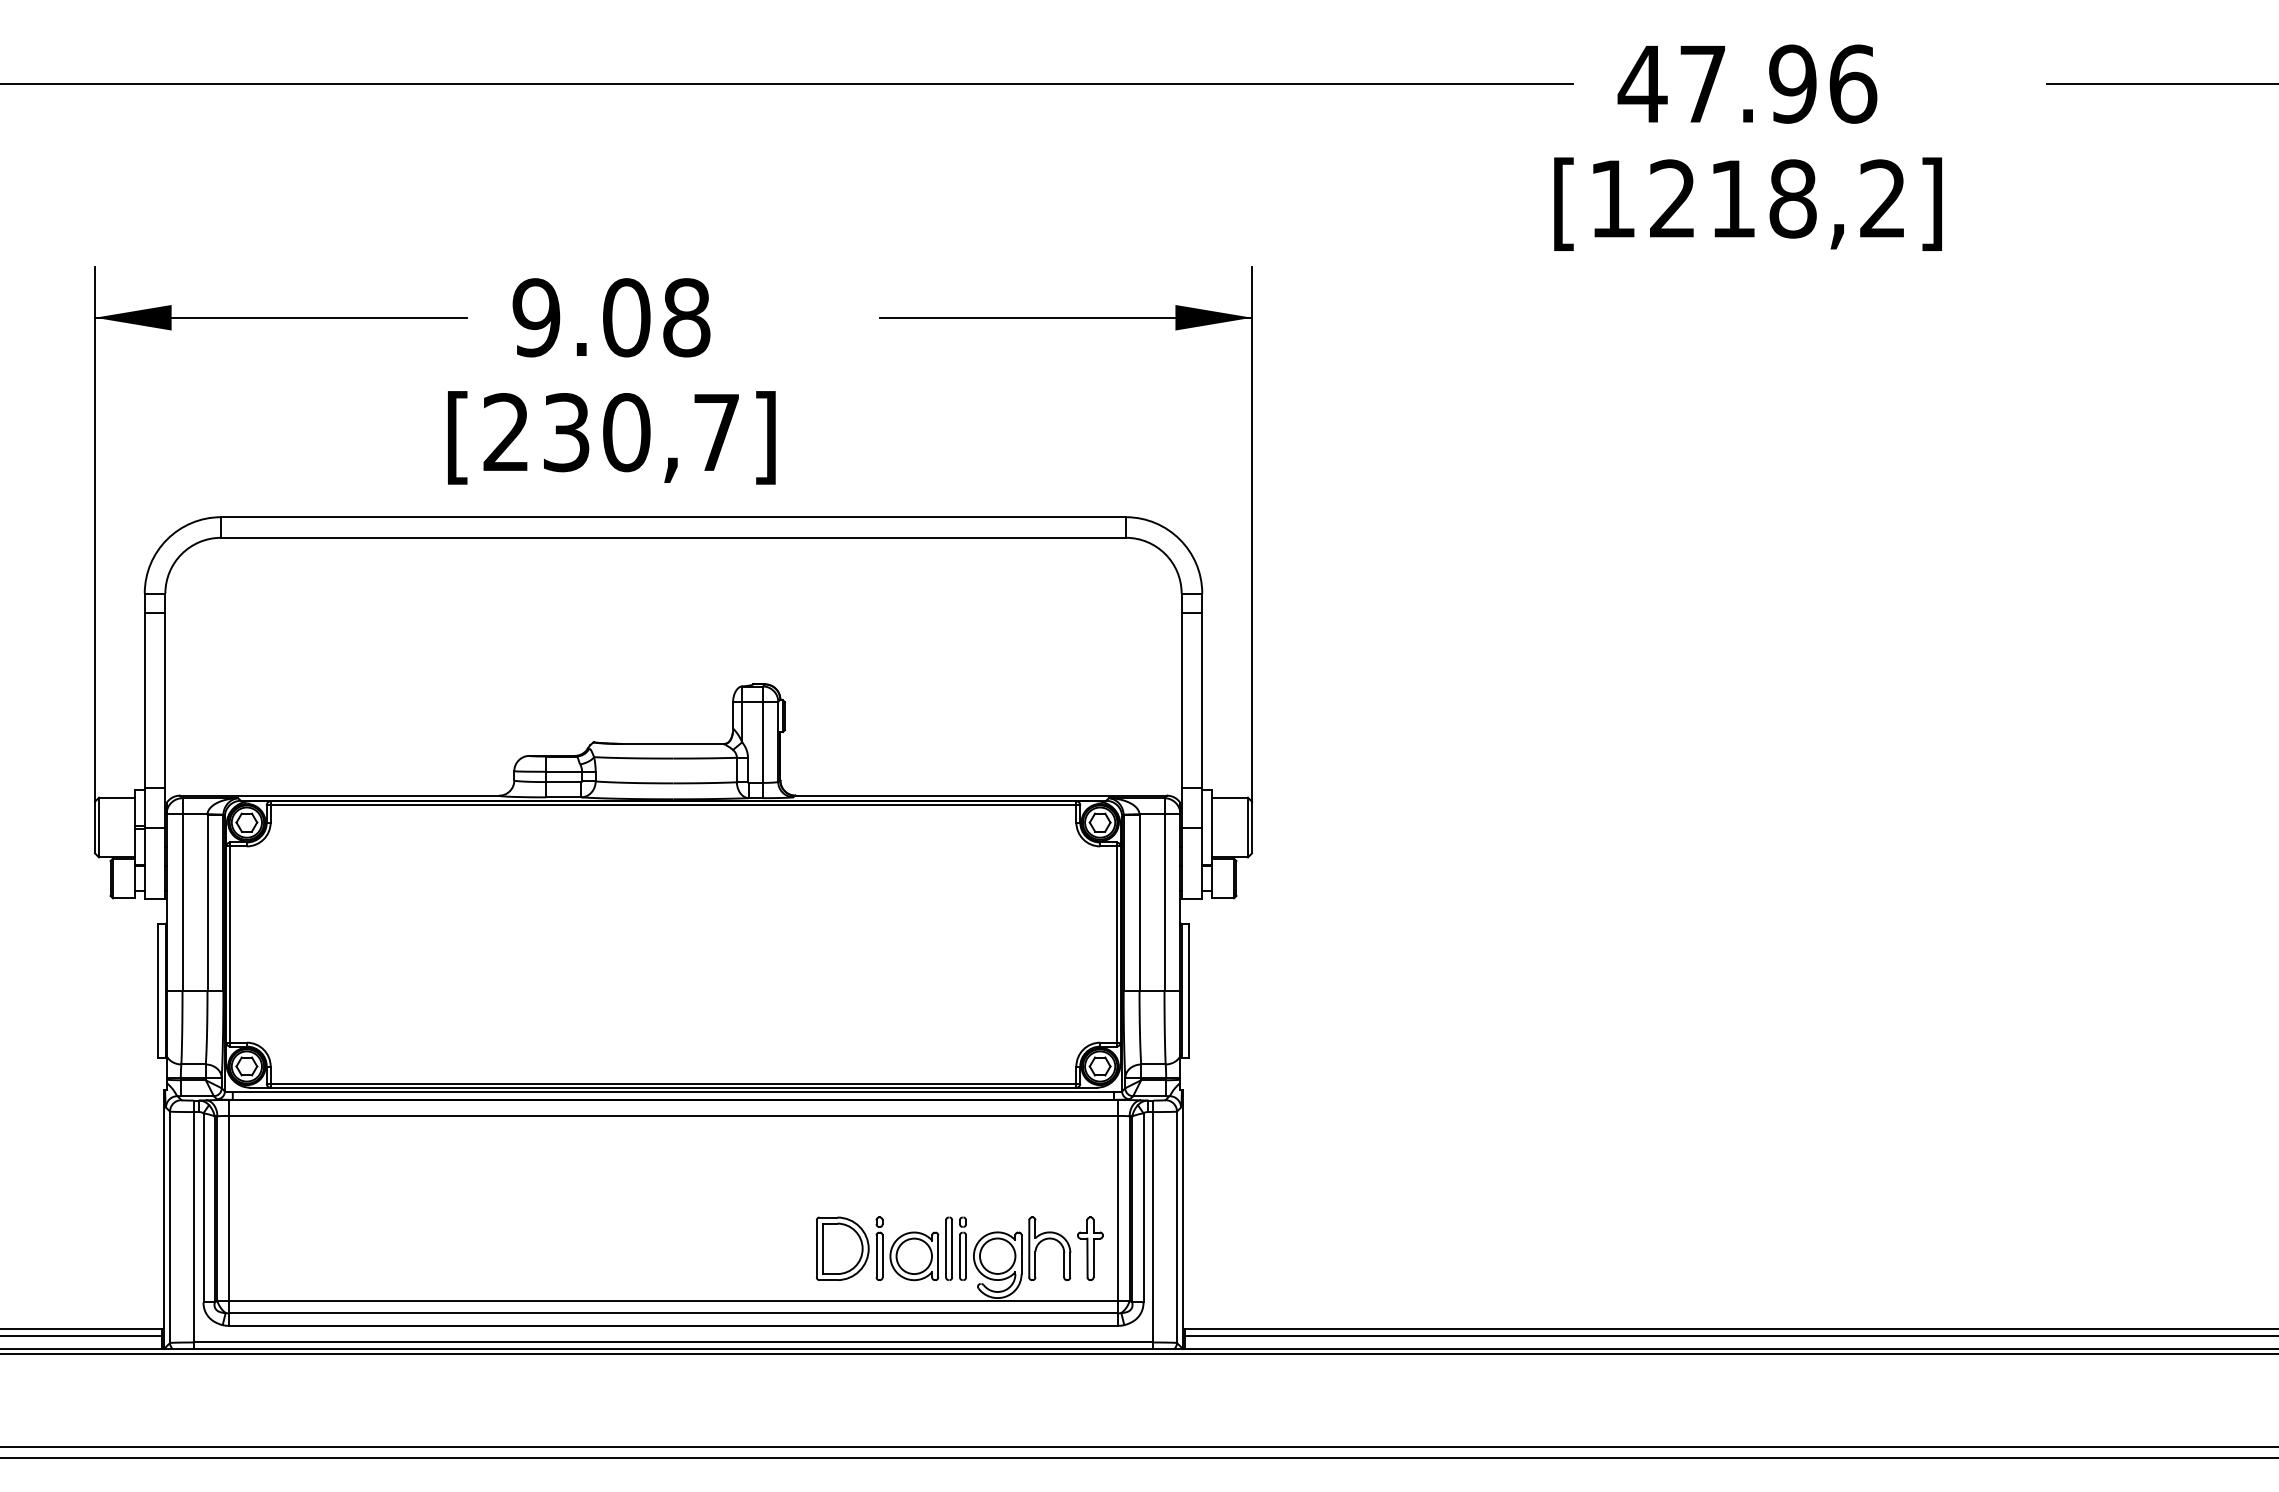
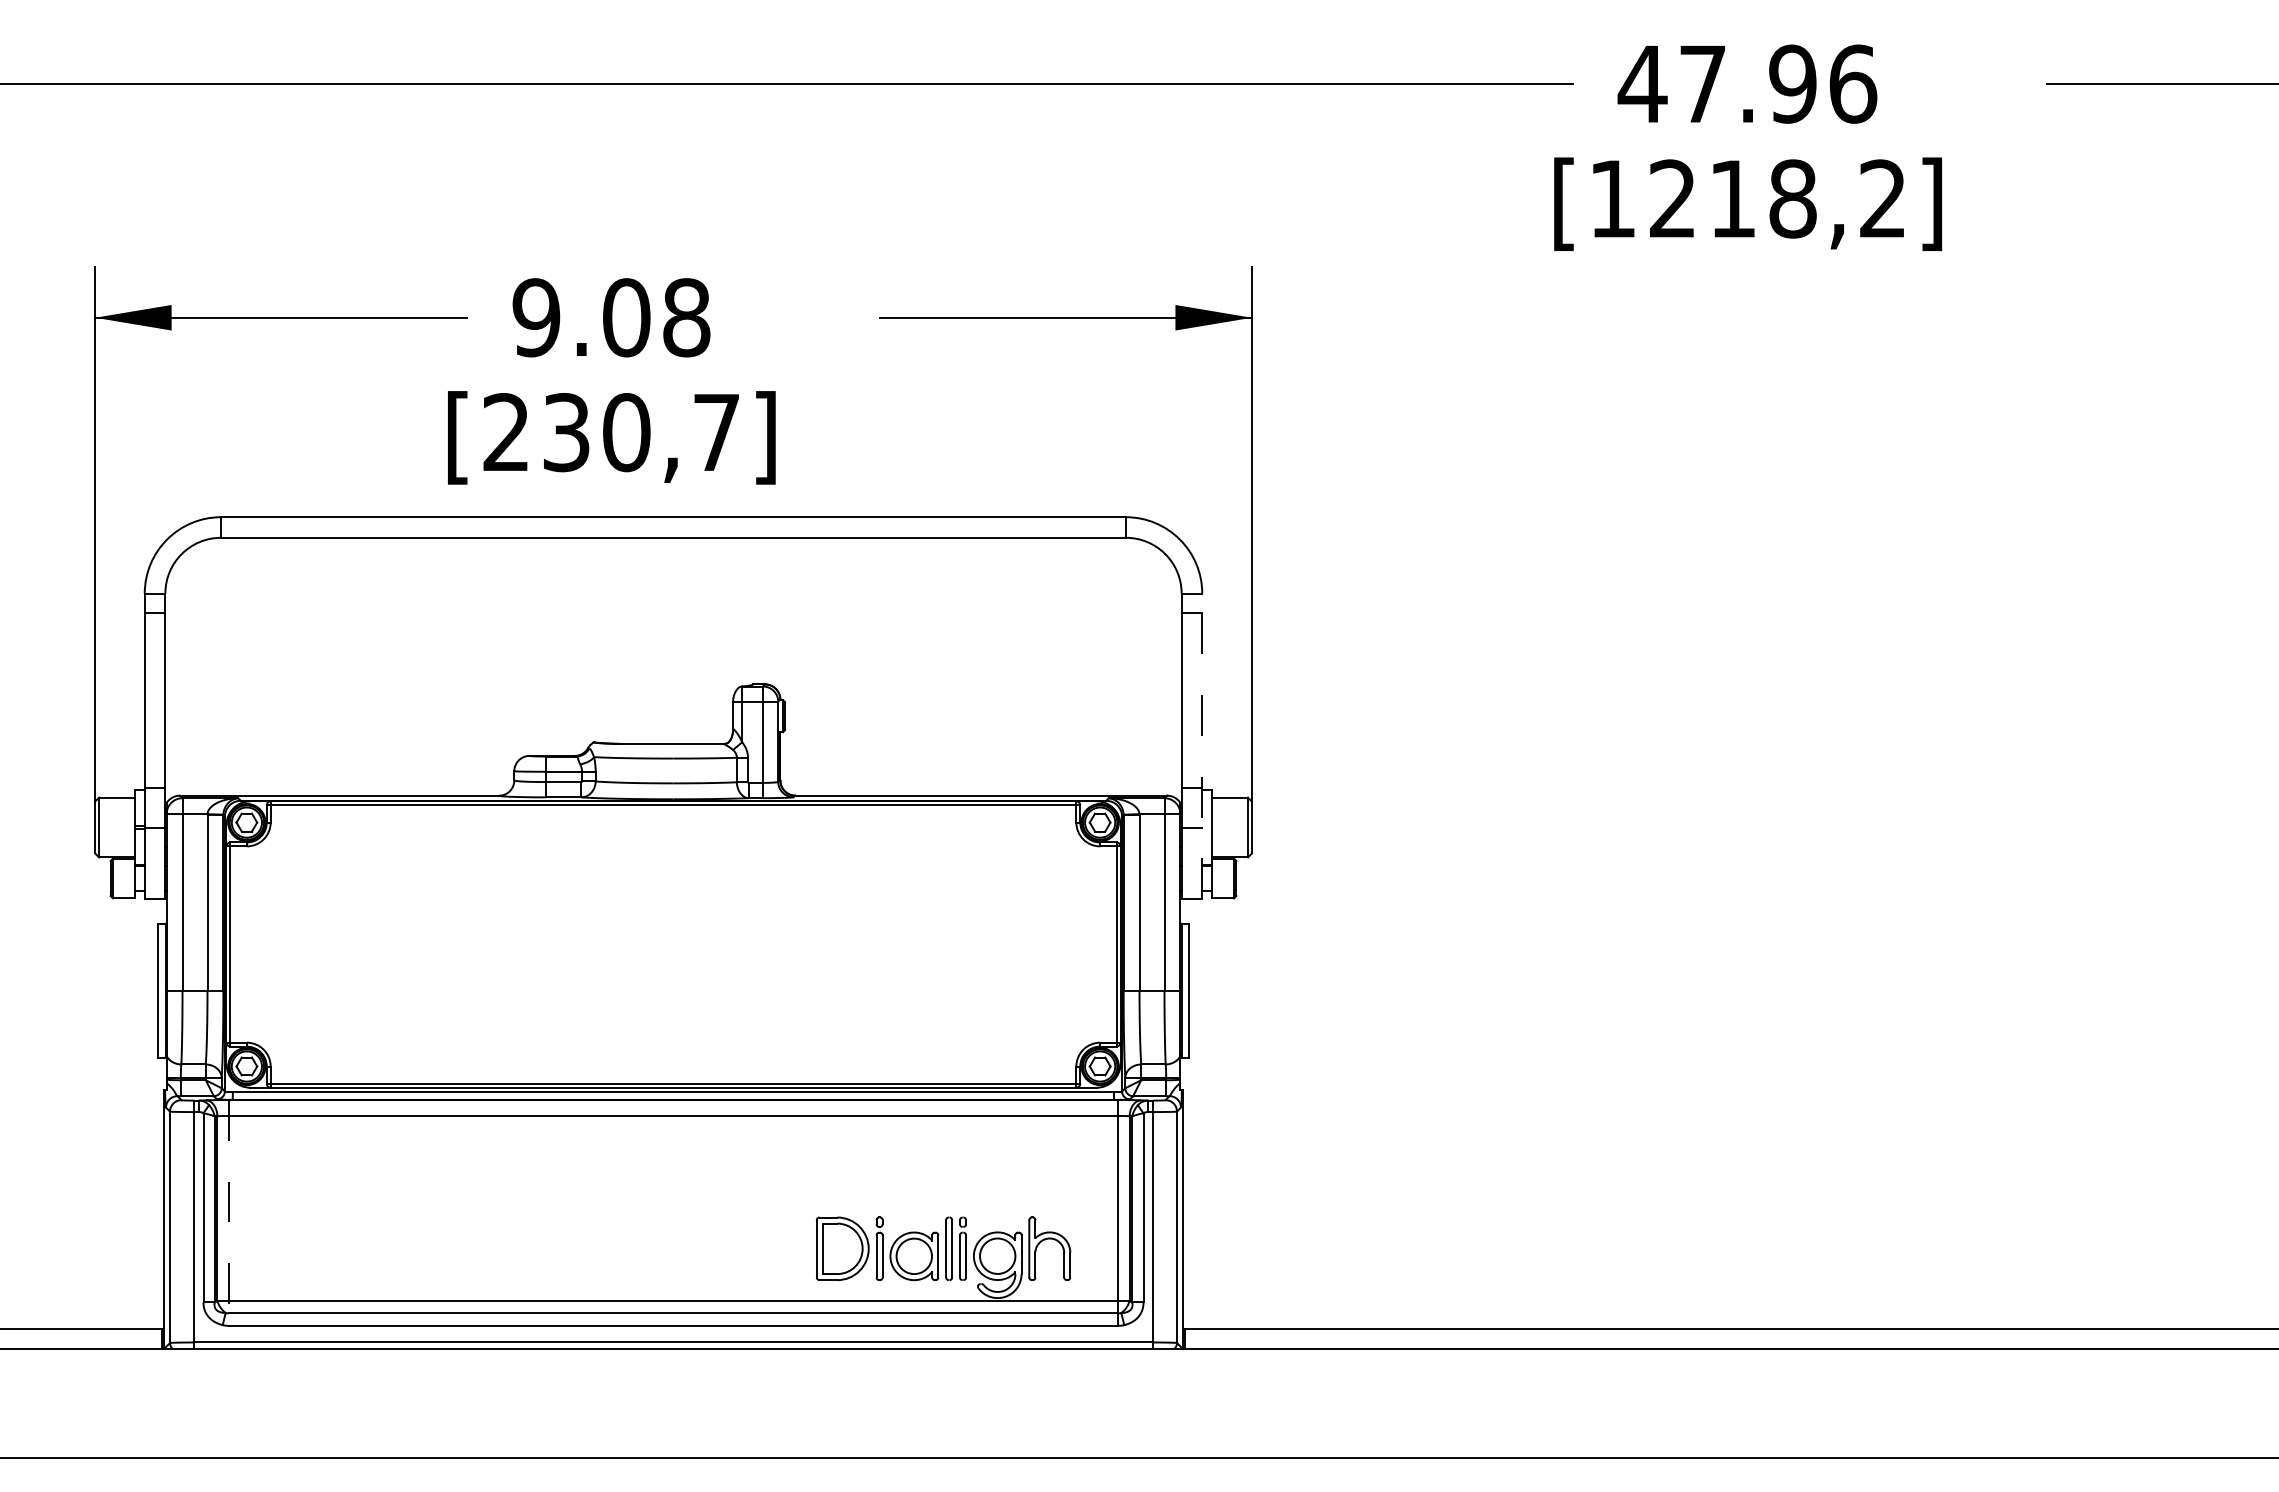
line at (1202, 746): solid -> dashed
line at (228, 1212): solid -> dashed
part at (1090, 1248): present -> none
line at (82, 1335): present -> none
line at (1729, 1335): present -> none
line at (1138, 1354): present -> none
line at (1138, 1447): present -> none
